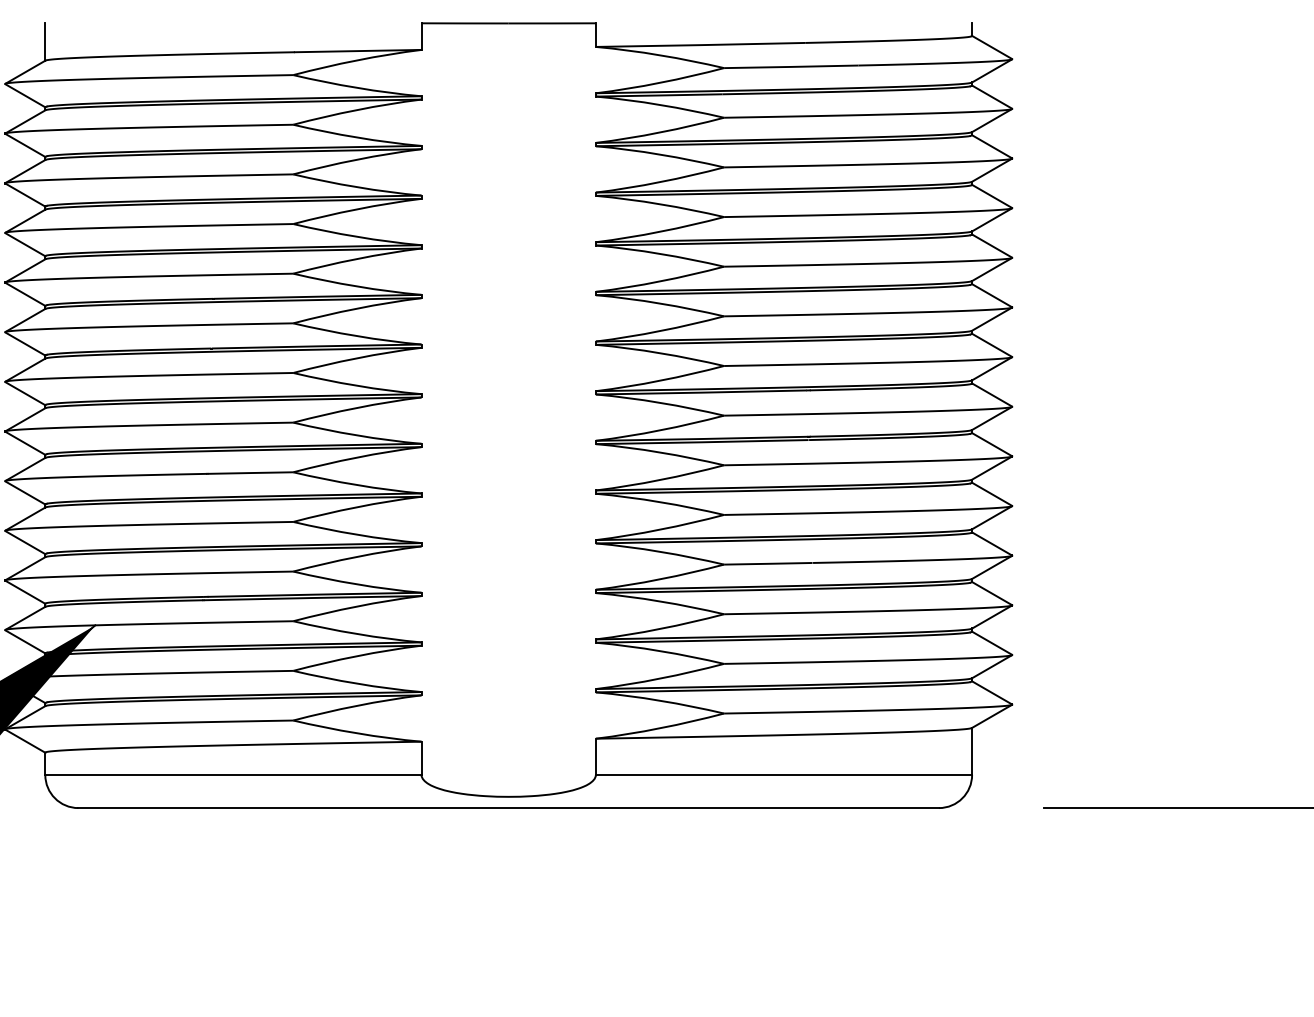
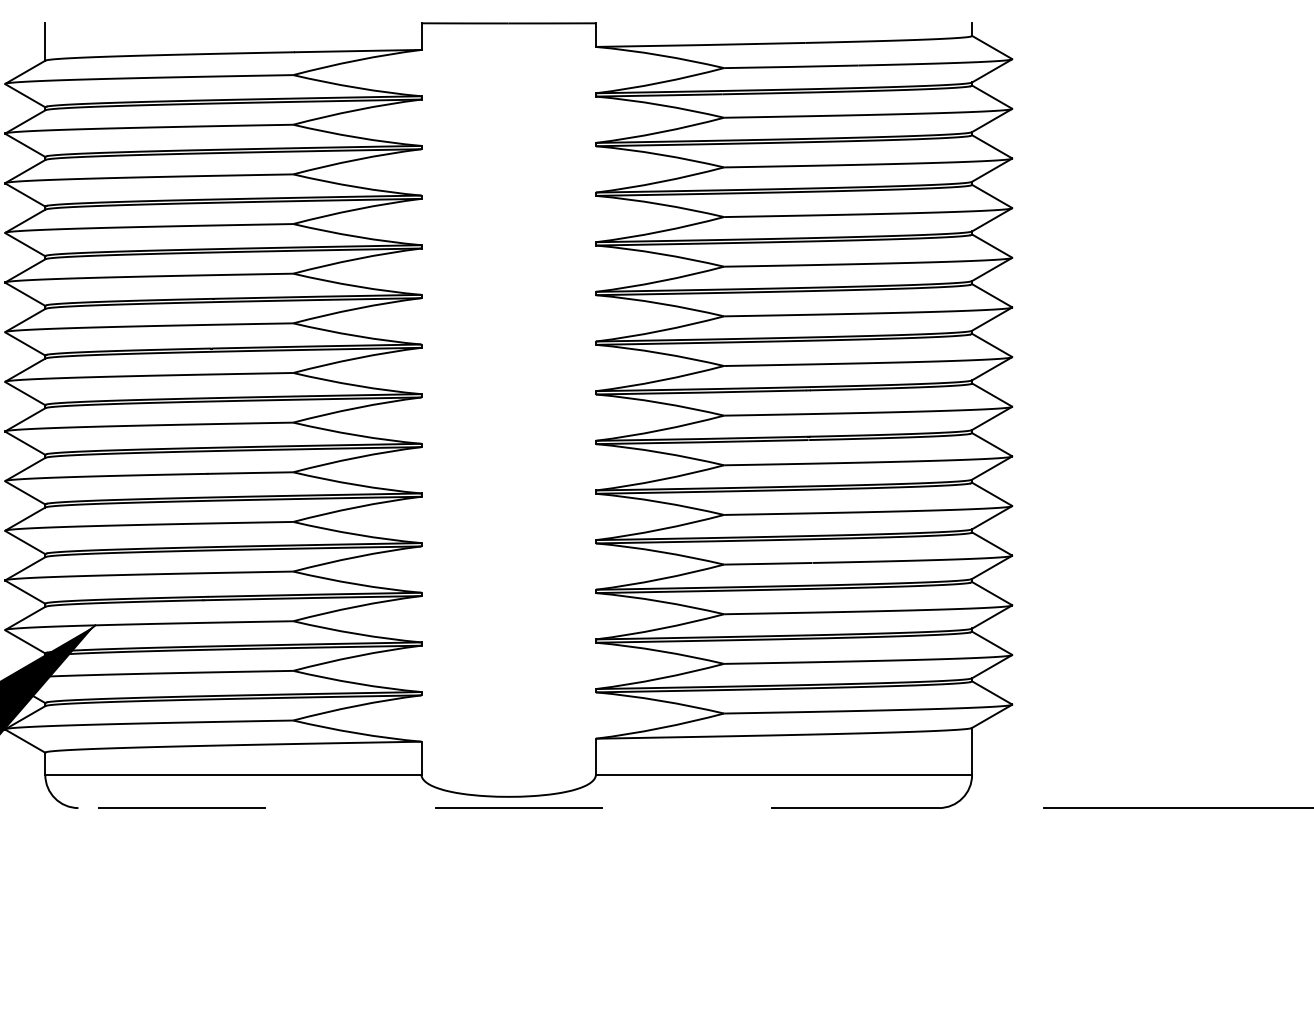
line at (508, 808): solid -> dashed
